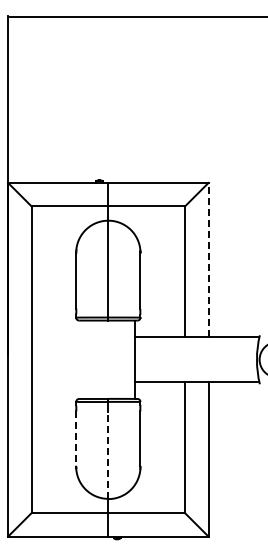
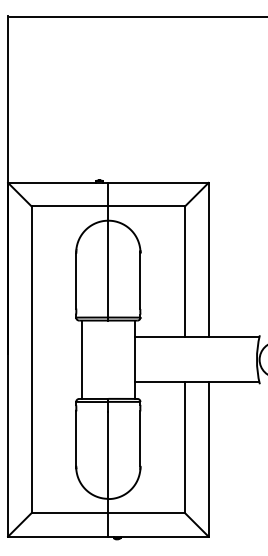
line at (208, 259): dashed -> solid
line at (82, 359): none -> present
line at (76, 438): dashed -> solid
line at (108, 455): dashed -> solid
